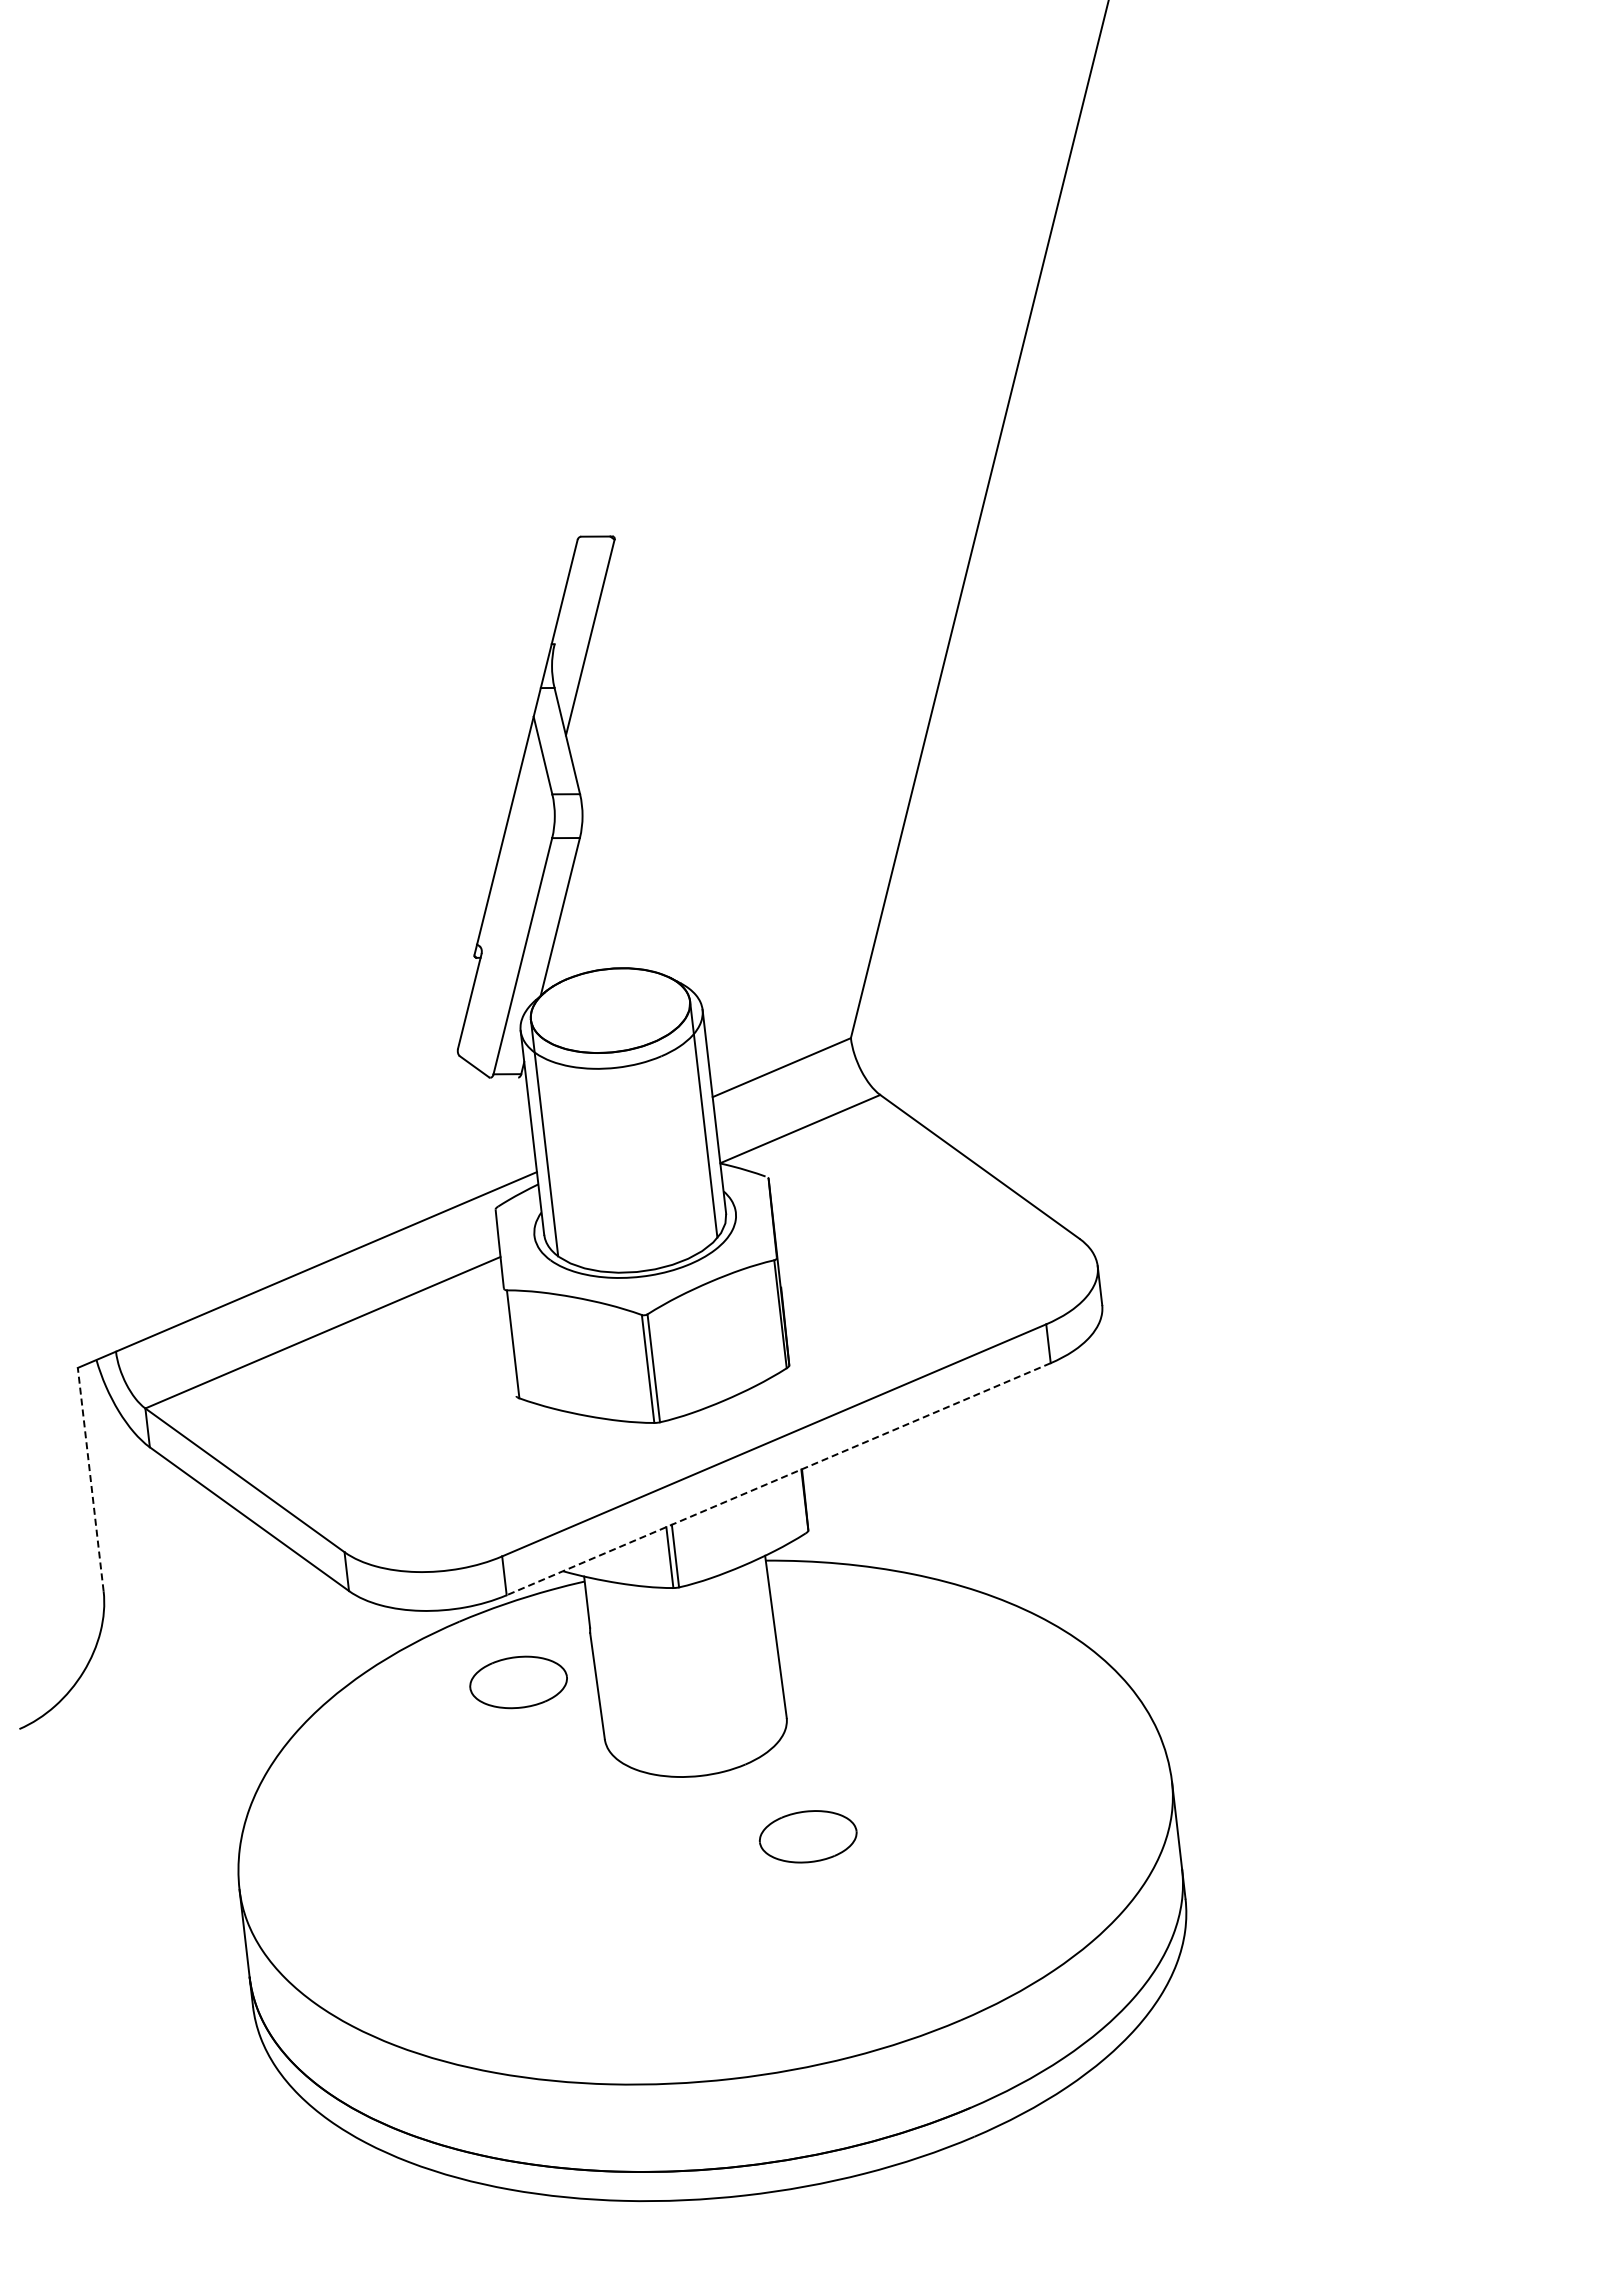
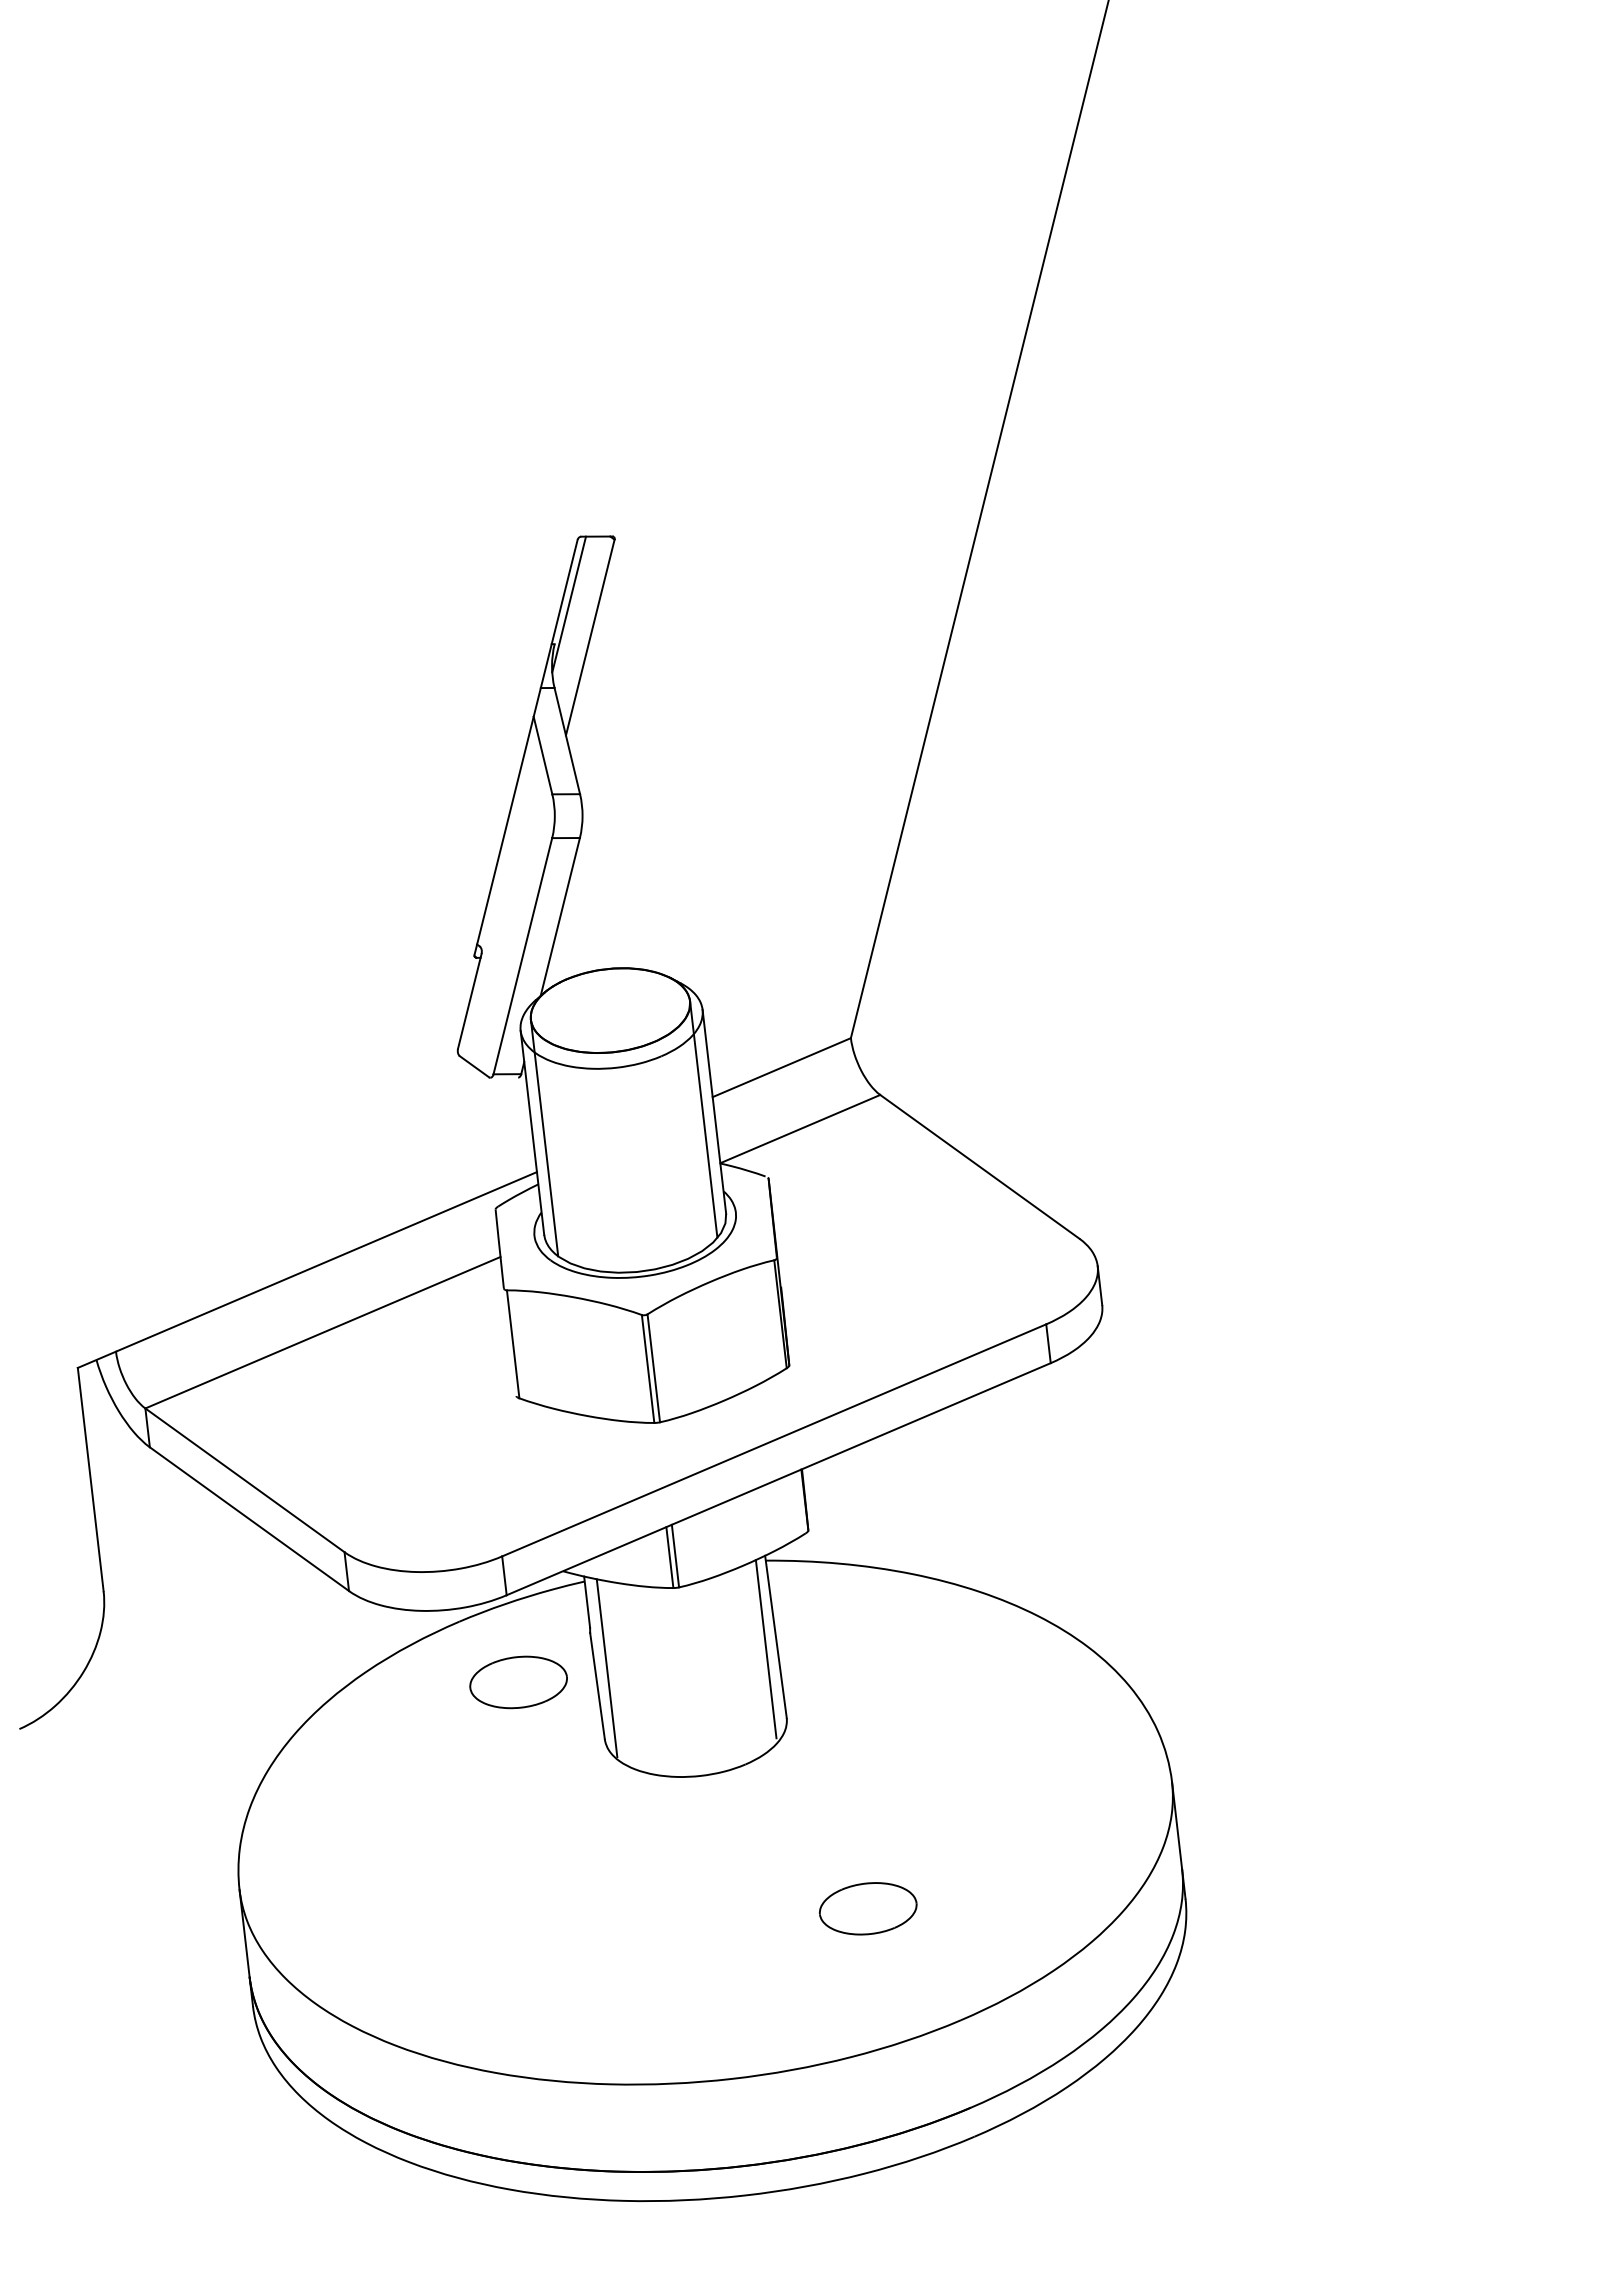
line at (569, 604): none -> present
line at (90, 1479): dashed -> solid
line at (778, 1479): dashed -> solid
line at (765, 1649): none -> present
line at (606, 1668): none -> present
part at (808, 1836) position: (808, 1836) -> (868, 1908)
